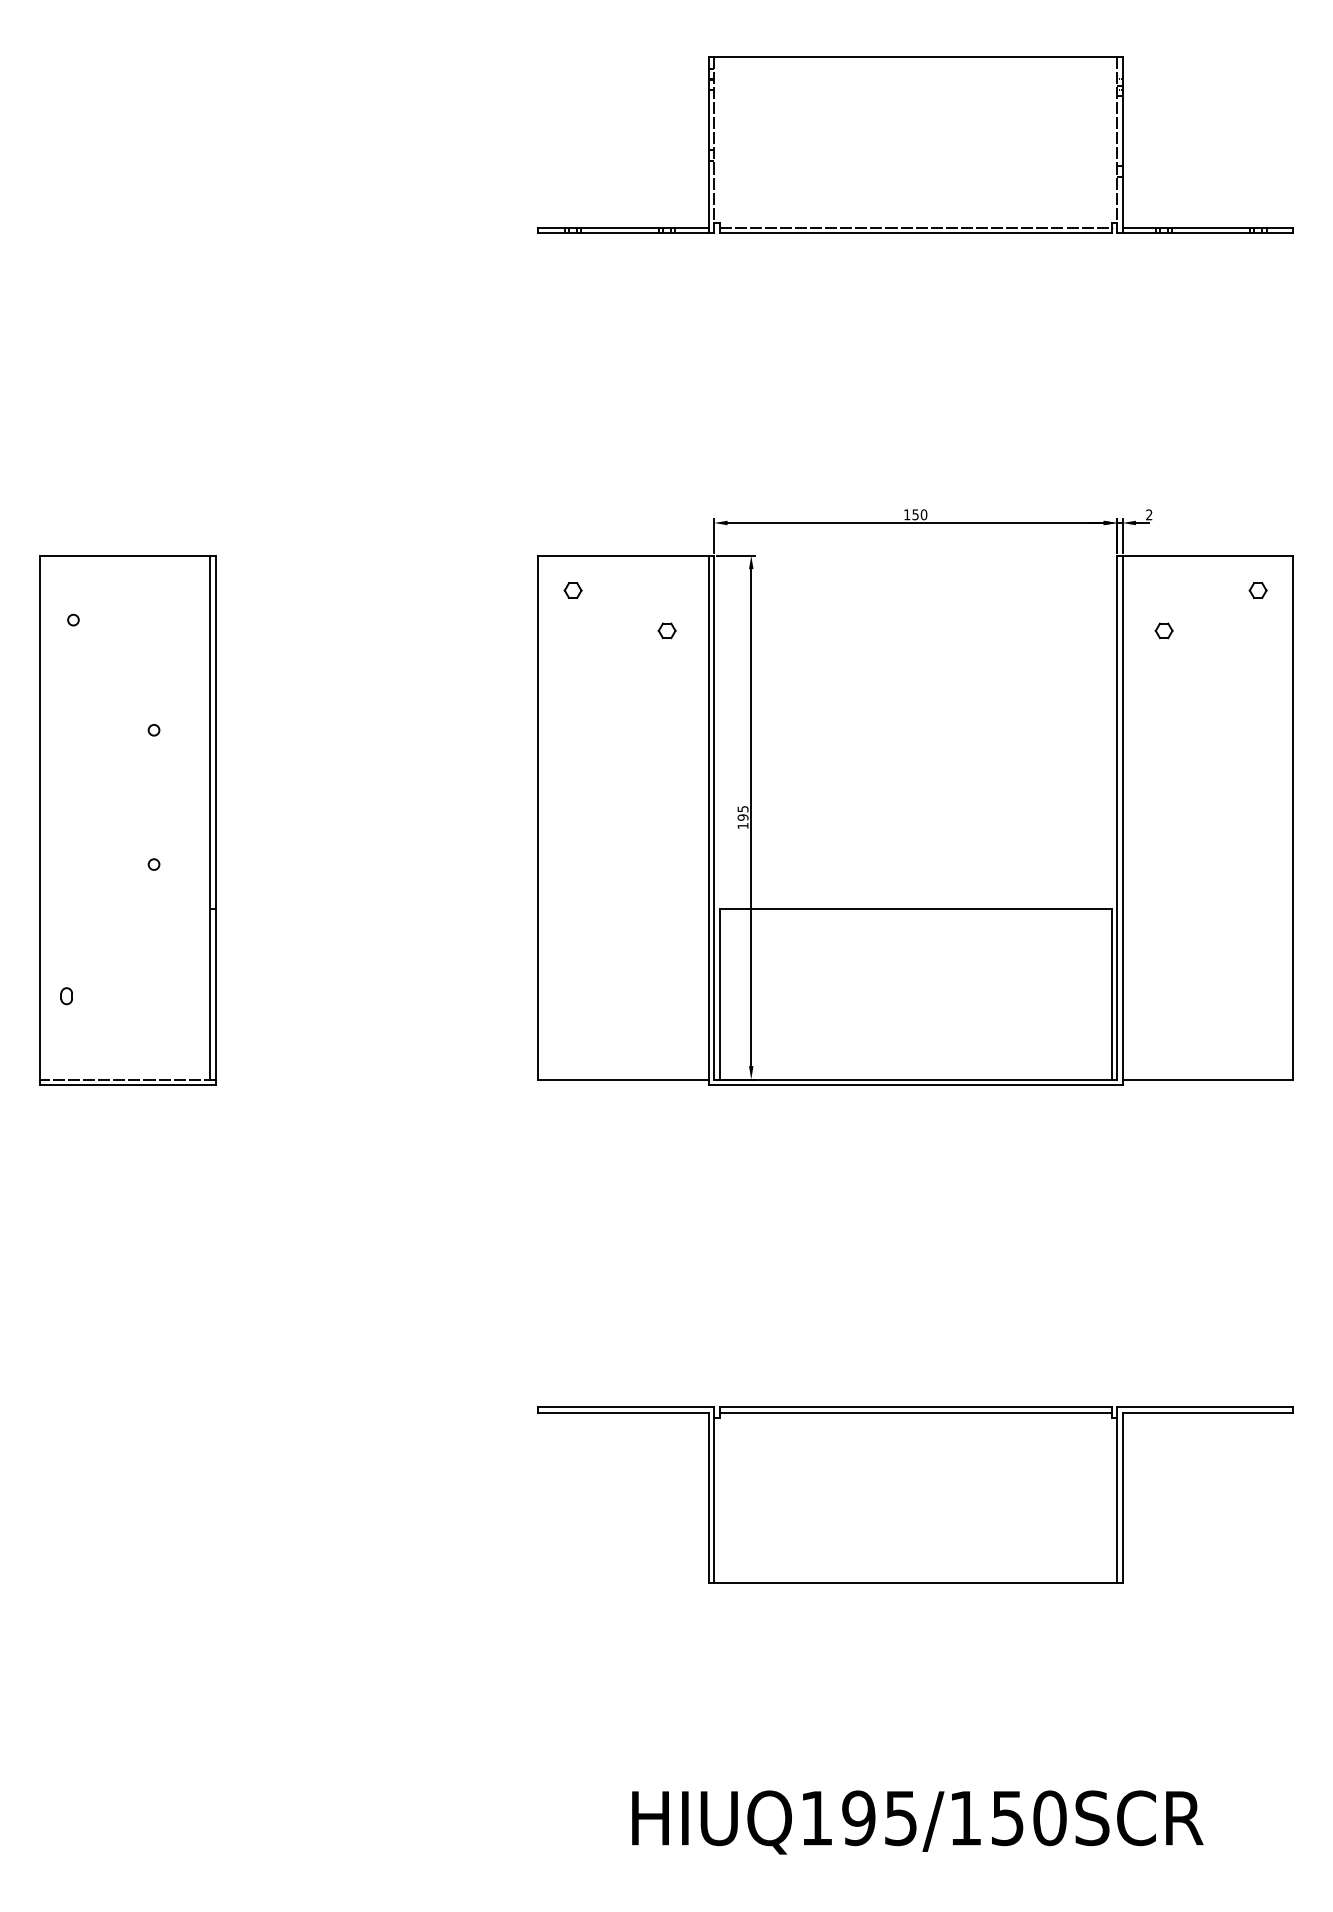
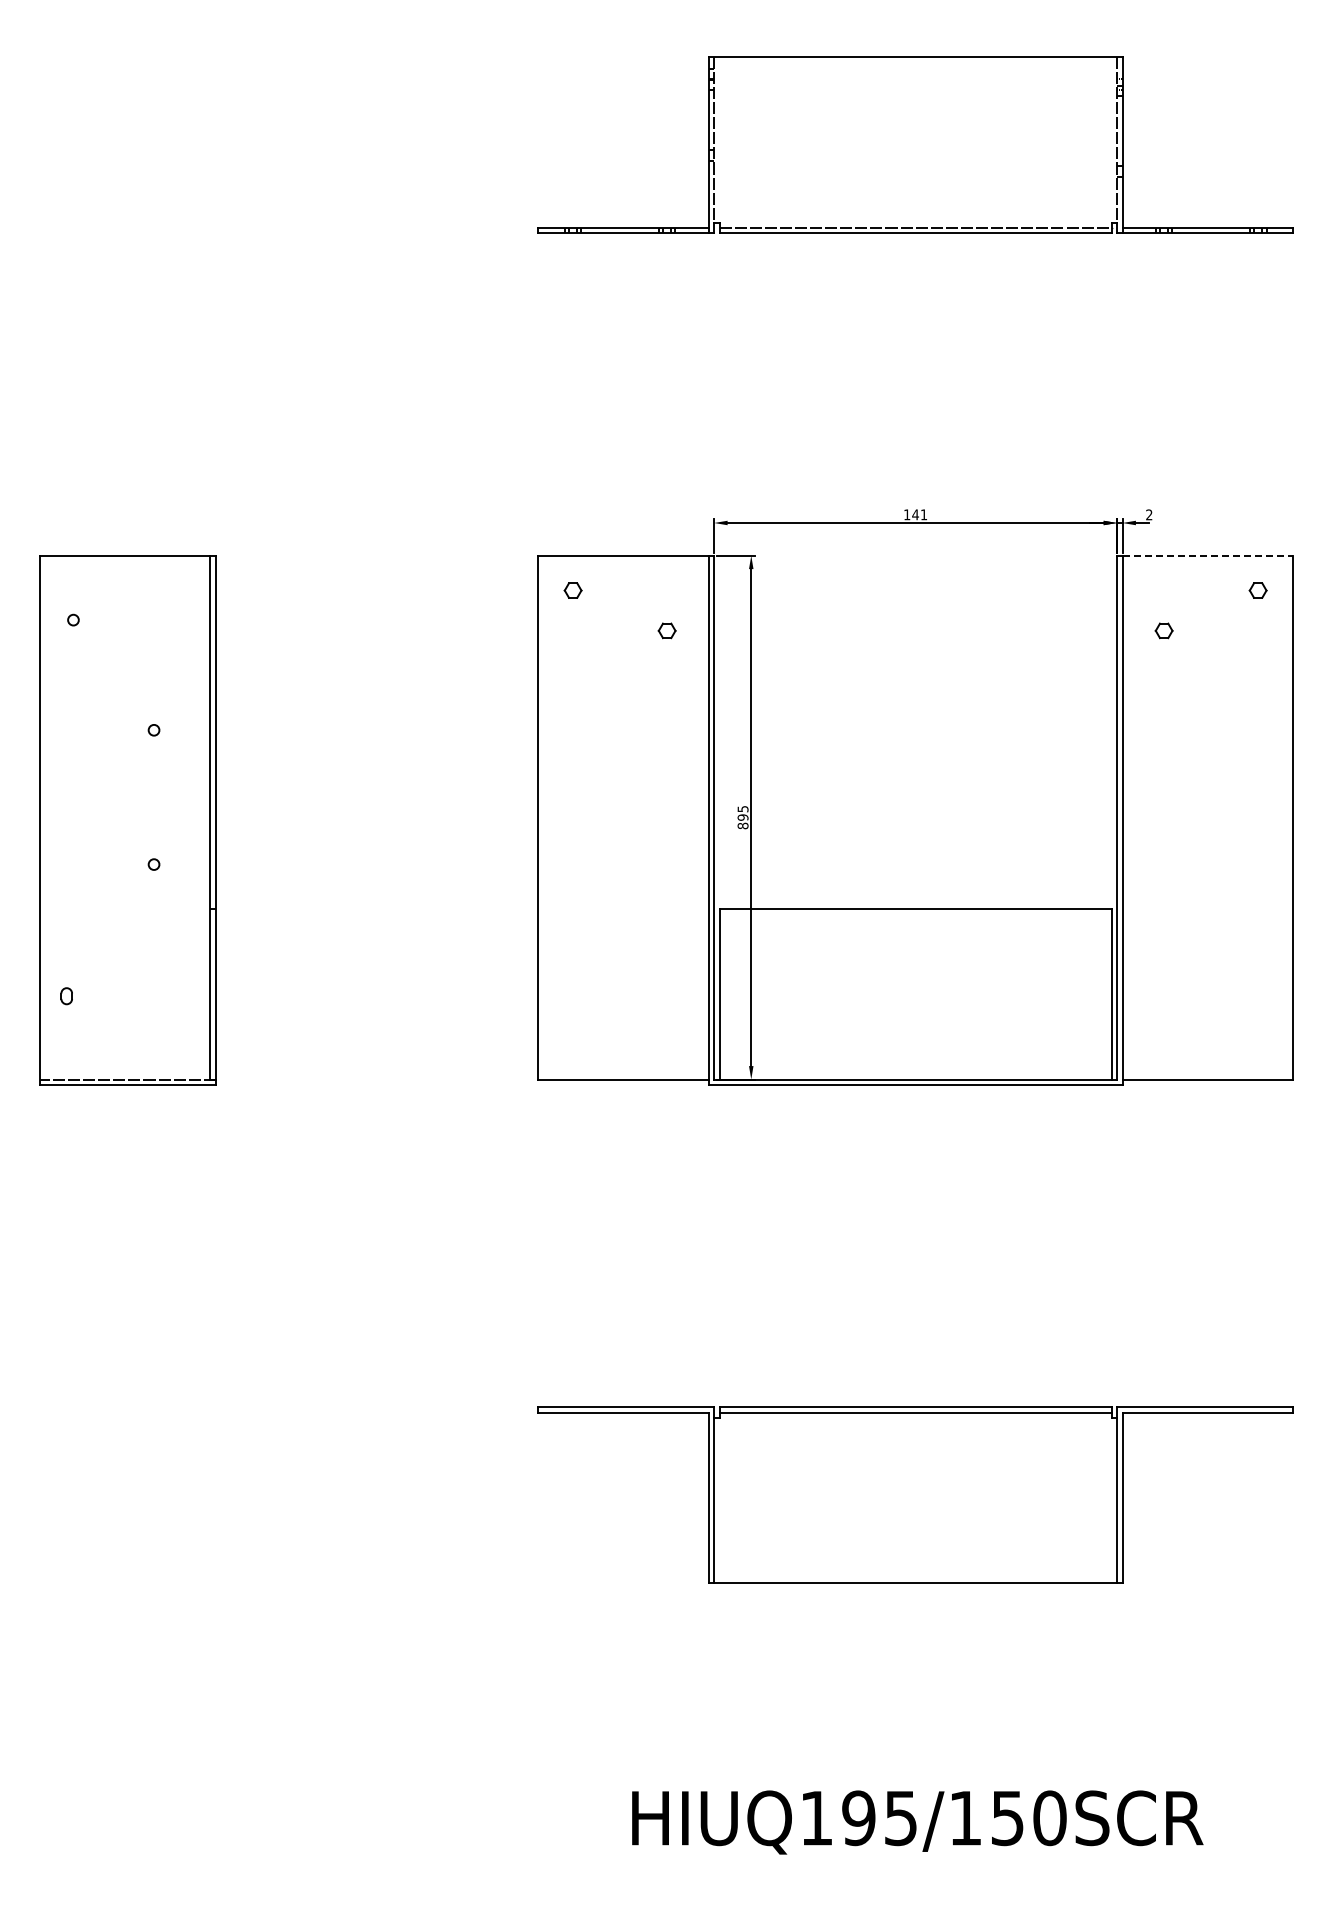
text at (919, 514): 150 -> 141
line at (1208, 555): solid -> dashed
text at (742, 825): 195 -> 895
